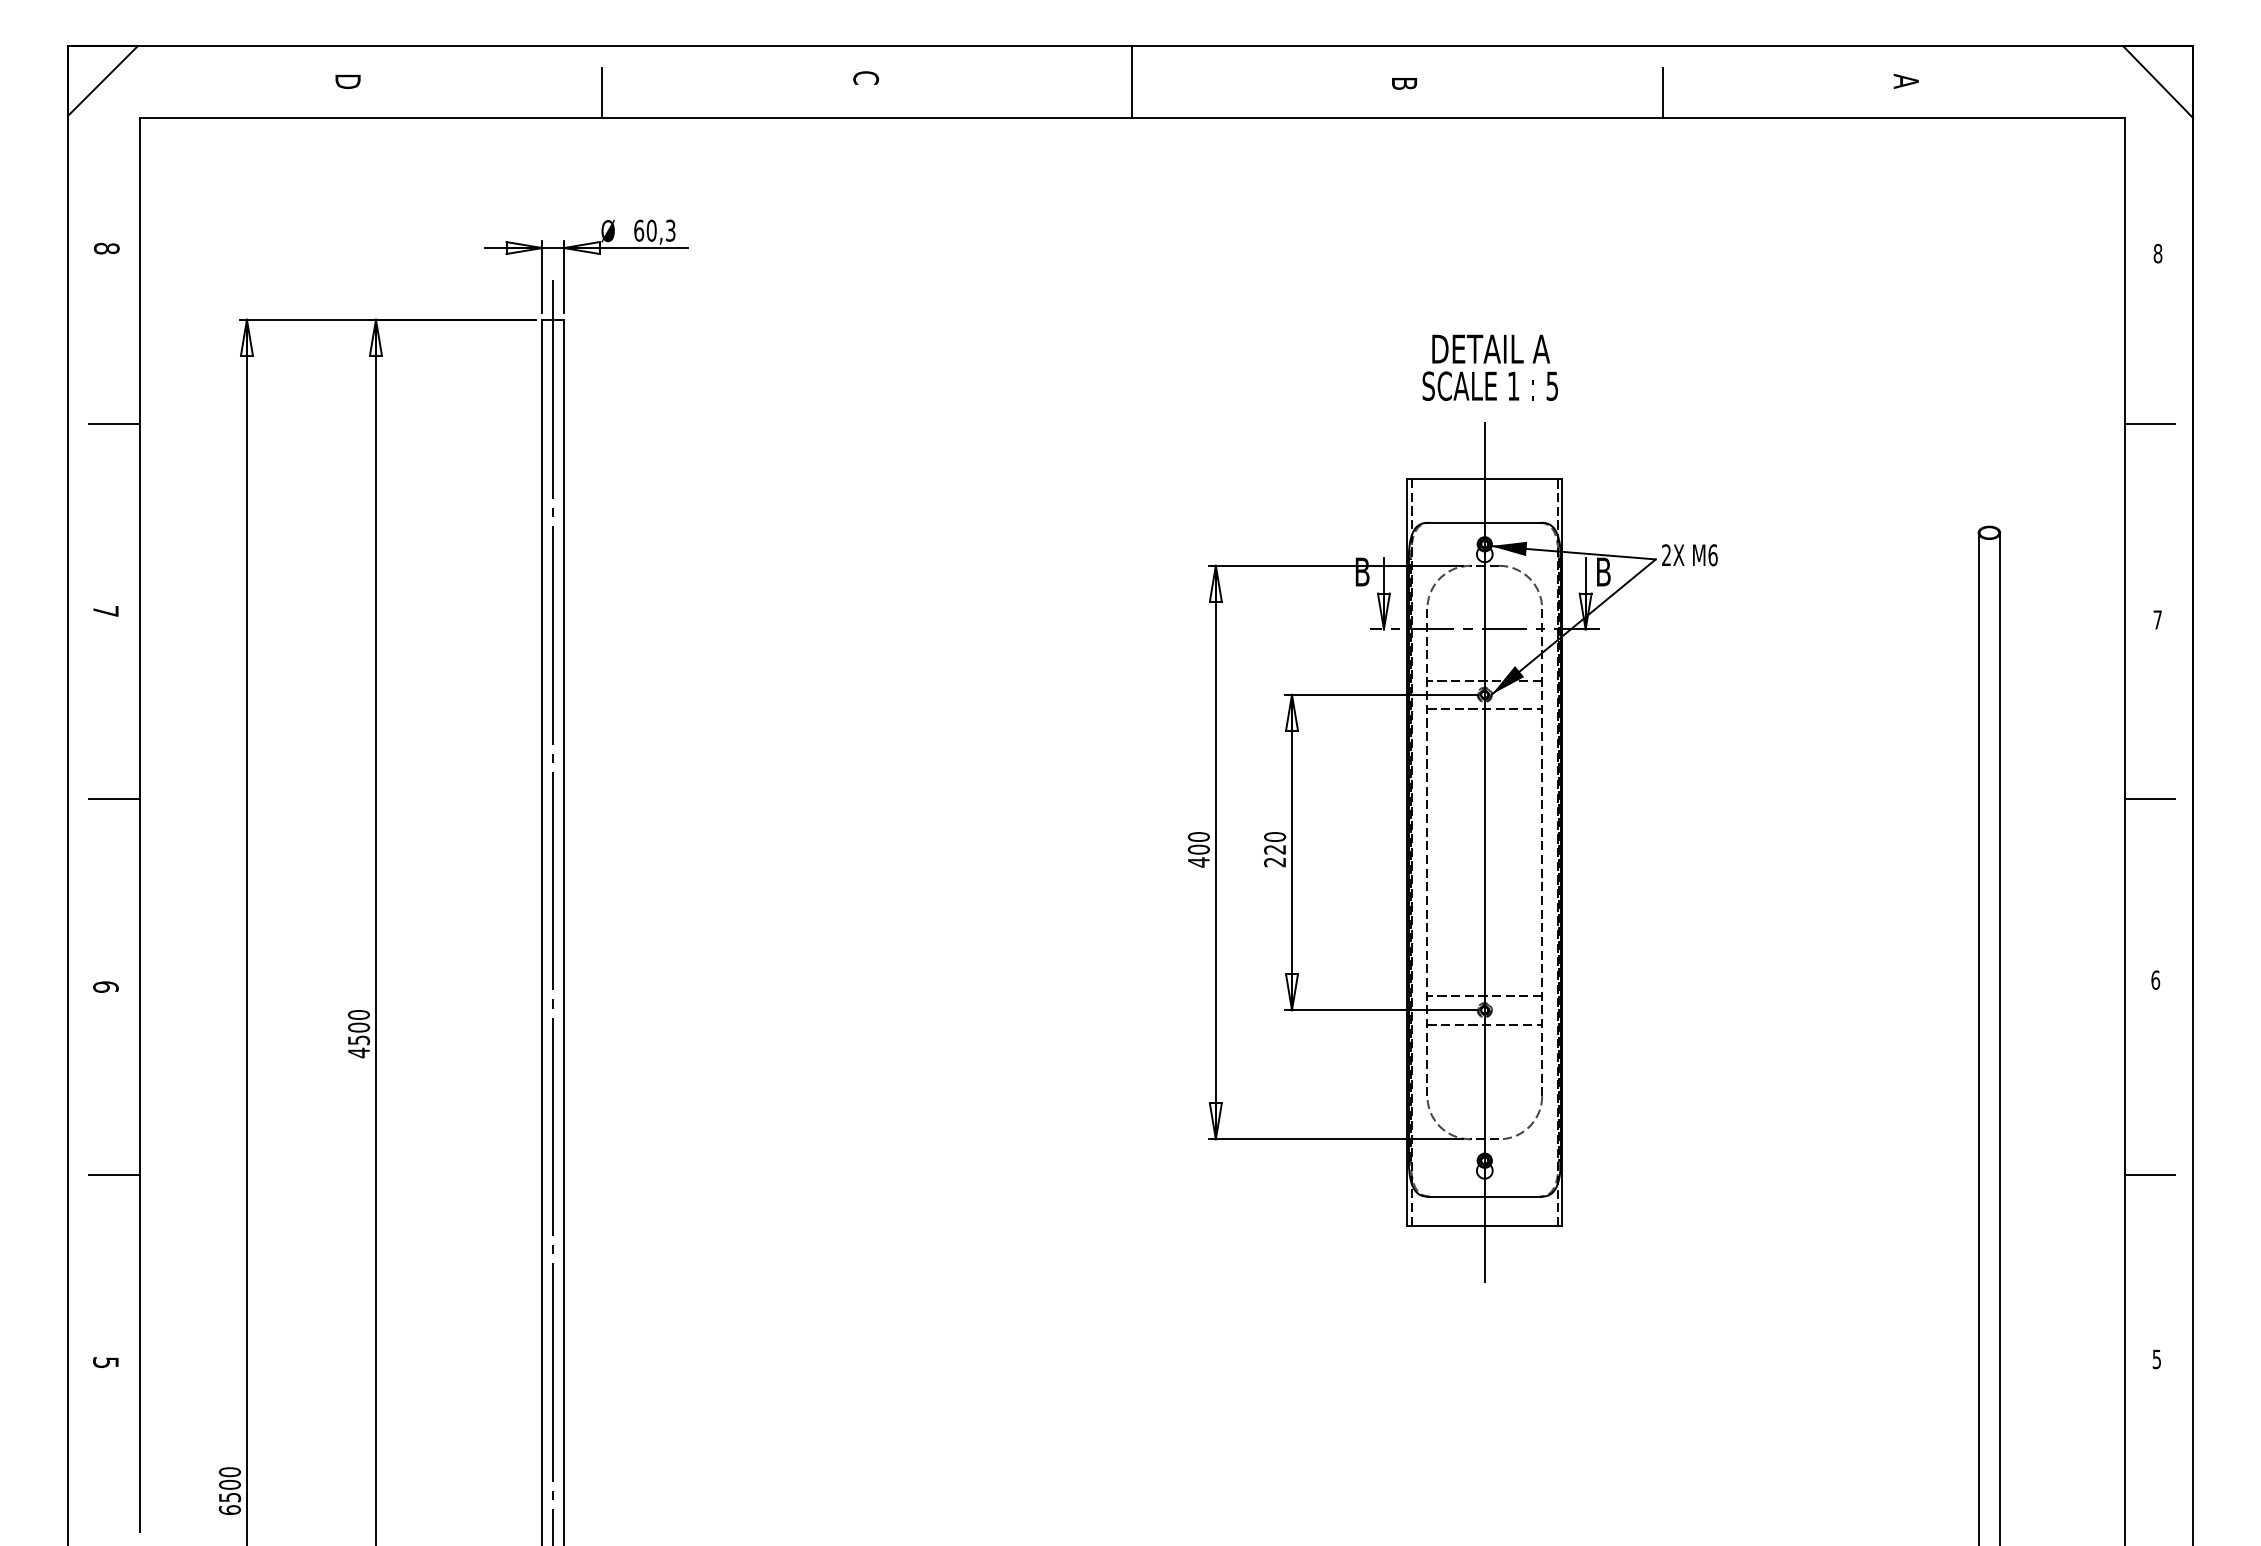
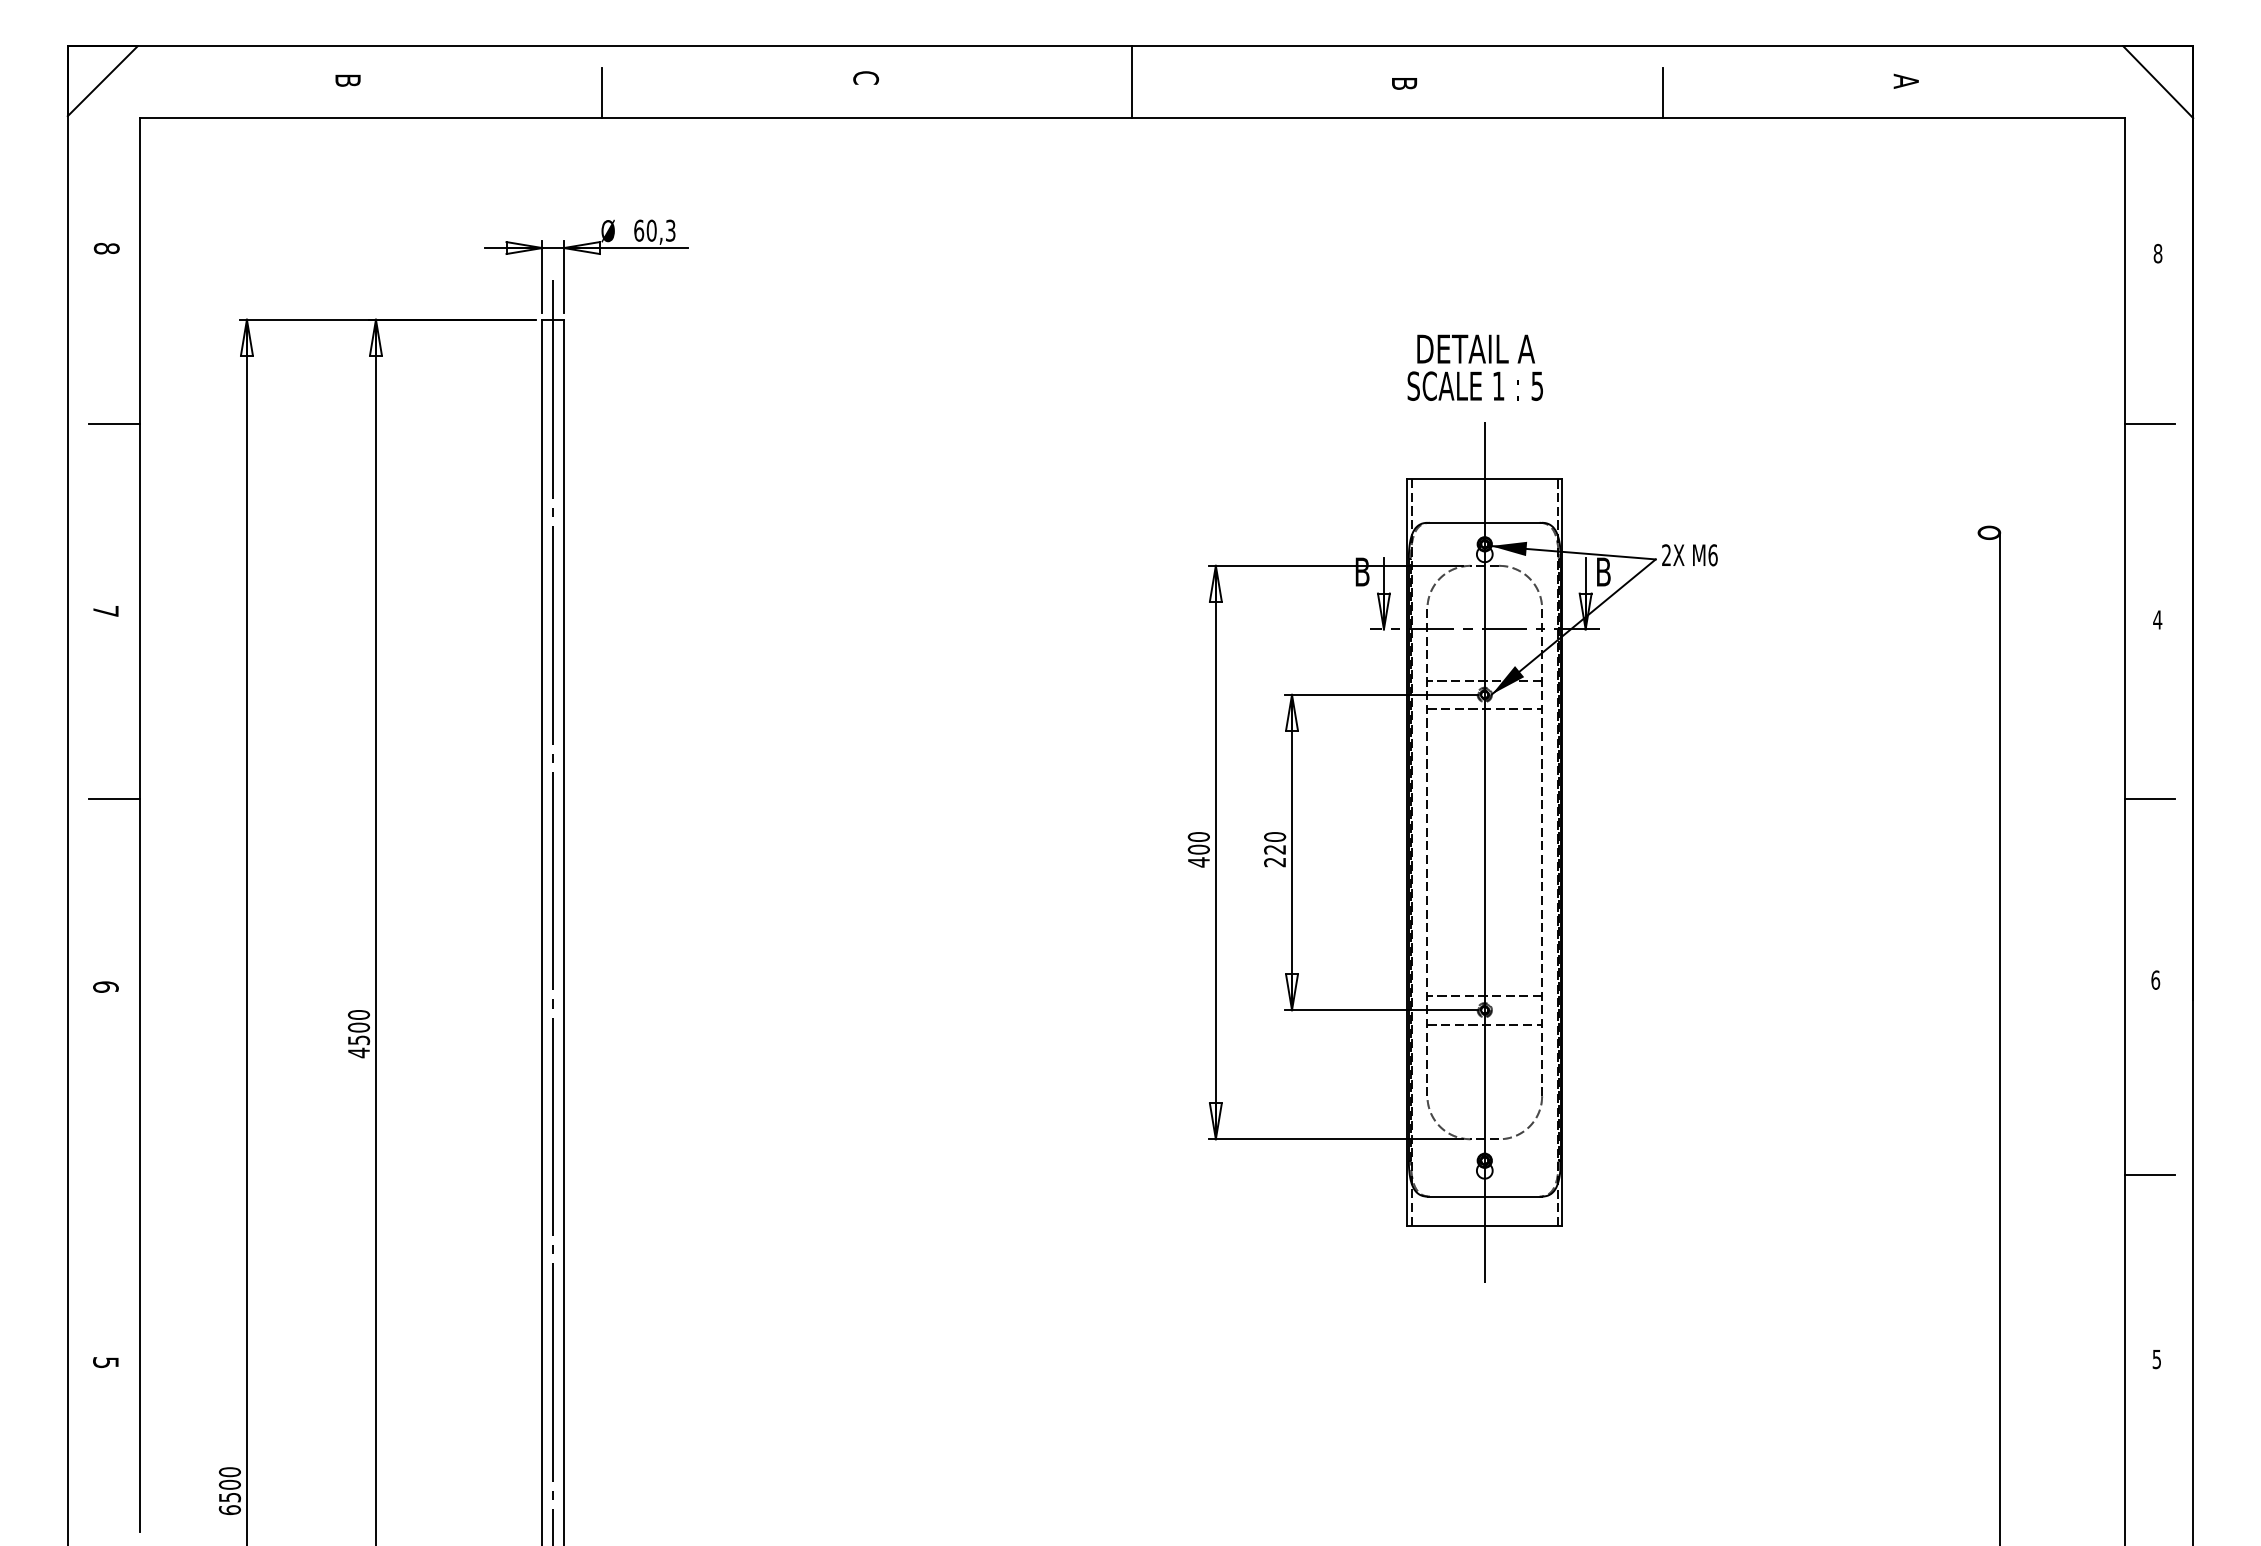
text at (347, 82): D -> B
text at (1489, 367) position: (1489, 367) -> (1474, 367)
text at (2157, 619): 7 -> 4
line at (1978, 1037): present -> none
line at (114, 1175): present -> none
